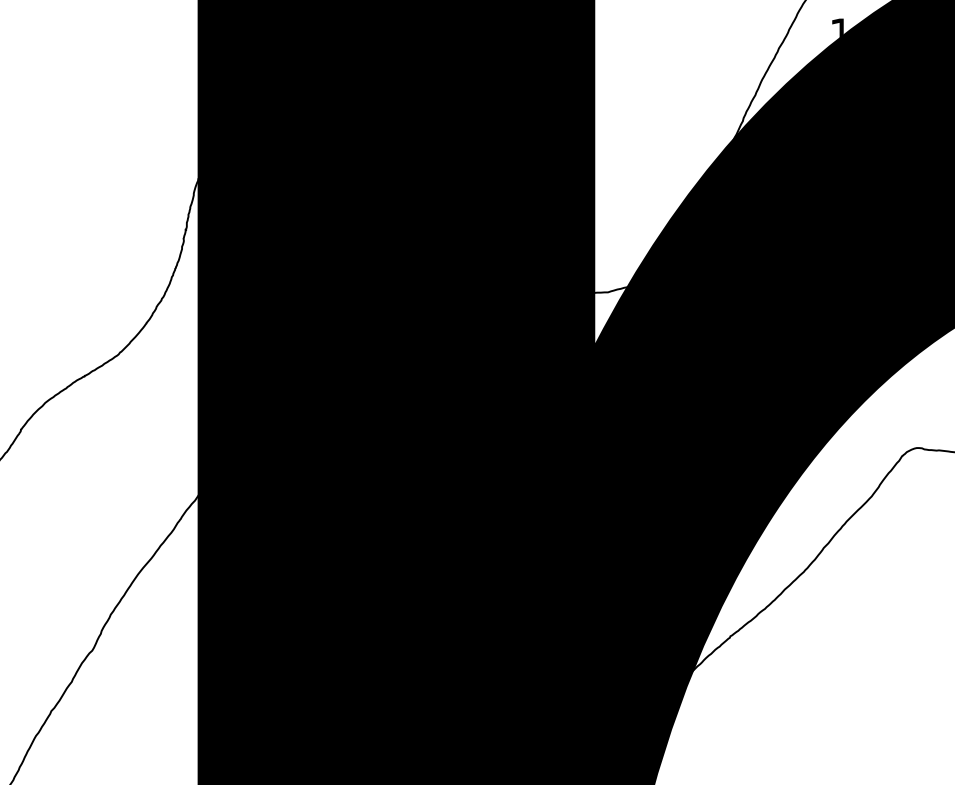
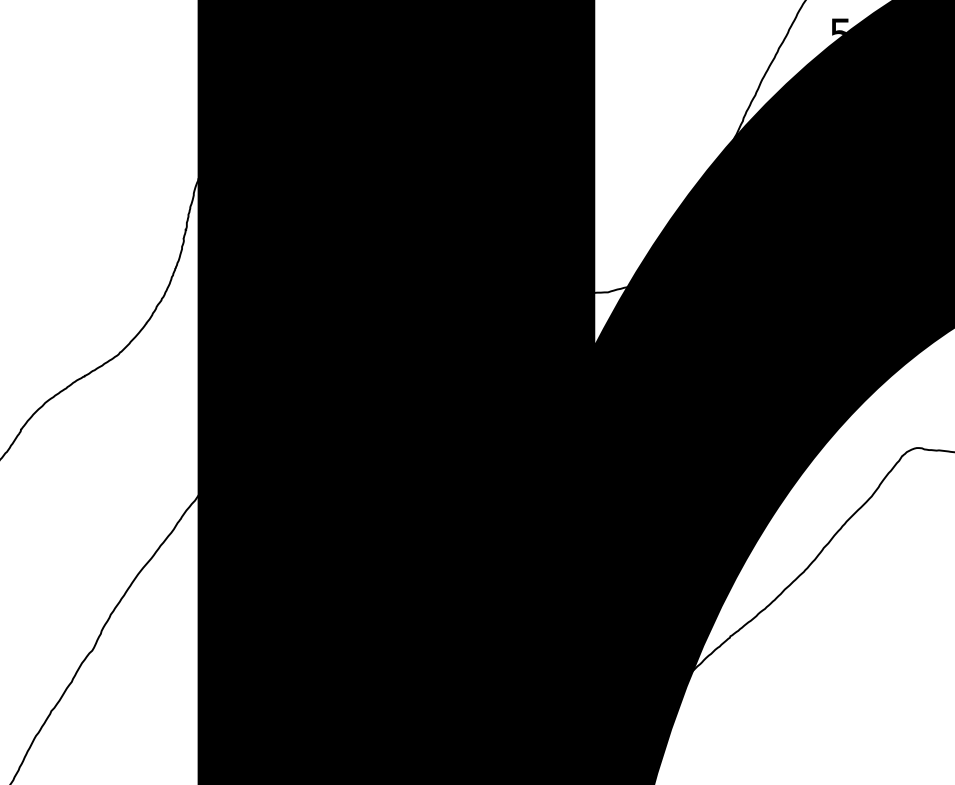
text at (840, 27): 1,9 -> 5,9
